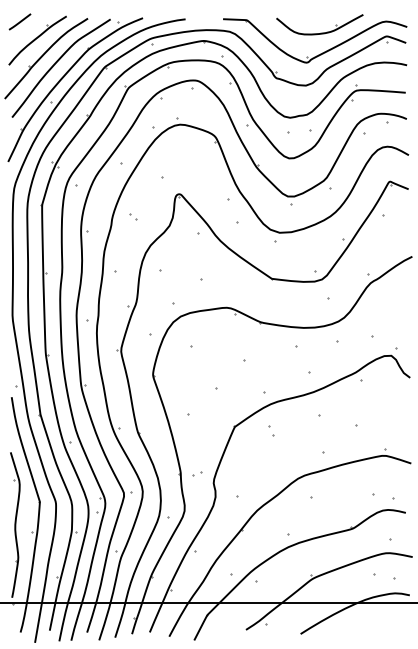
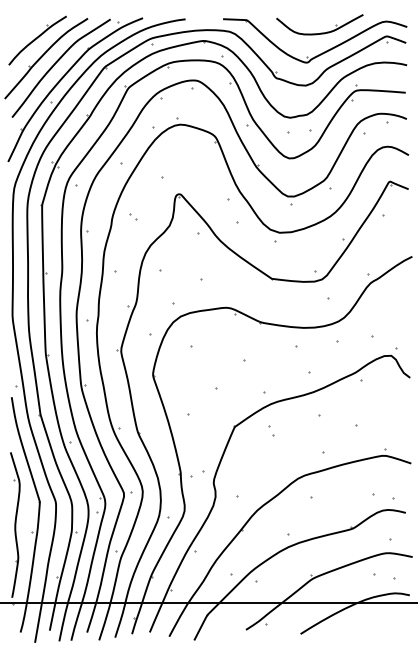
line at (19, 21): present -> none
part at (197, 473) size: 11x6 px -> 15x8 px
